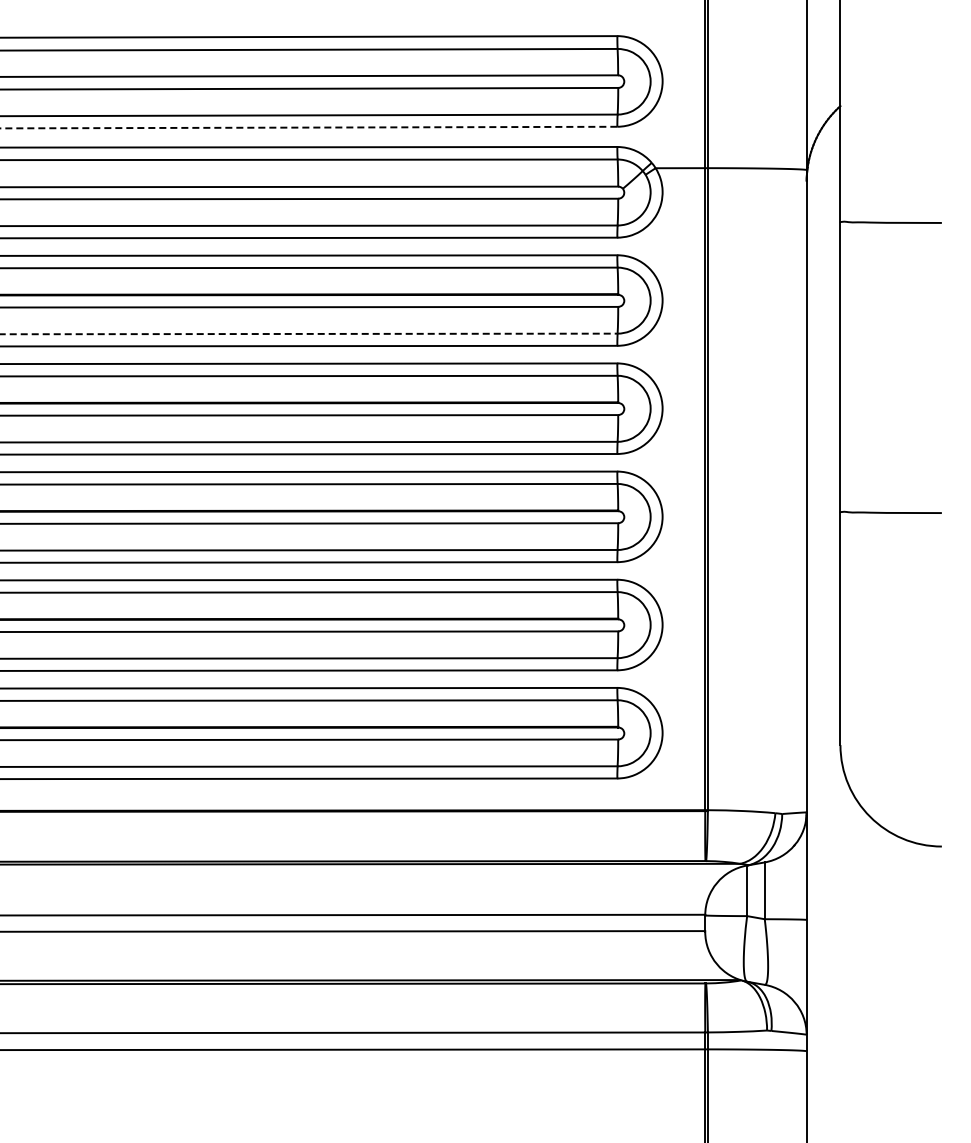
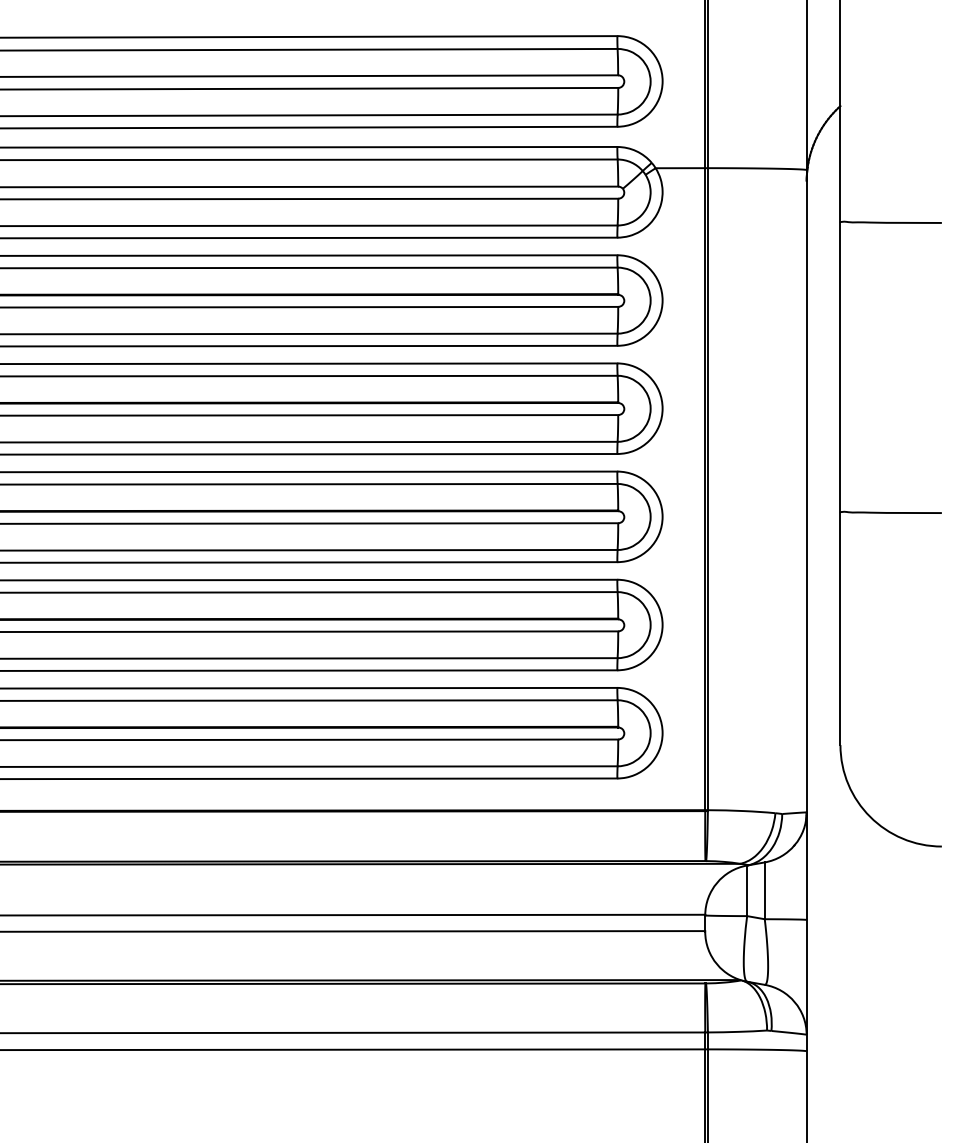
line at (308, 127): dashed -> solid
line at (309, 333): dashed -> solid
